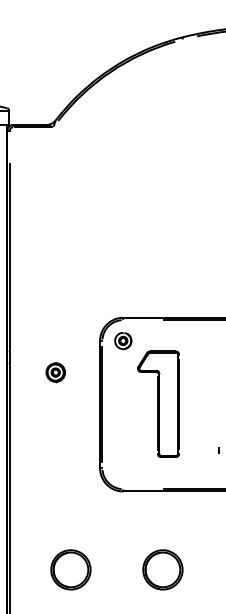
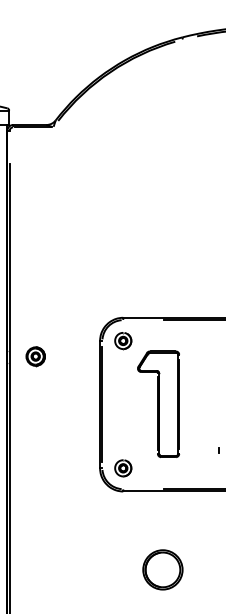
part at (55, 372) position: (55, 372) -> (35, 356)
part at (123, 468): none -> present
part at (70, 569): present -> none
